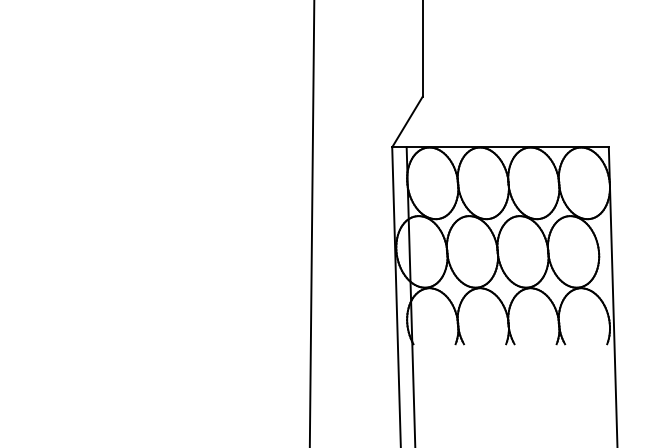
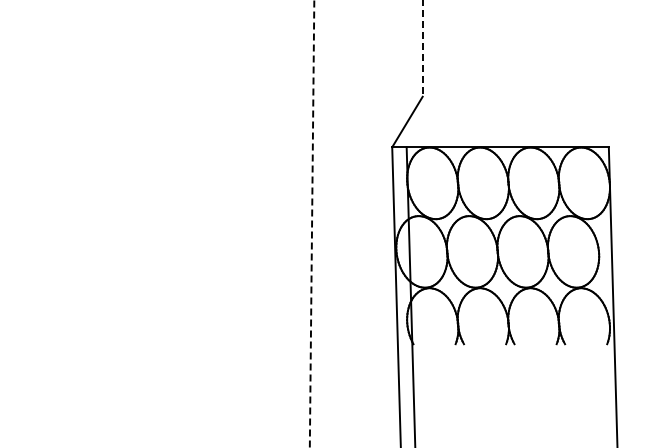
line at (422, 49): solid -> dashed
line at (312, 223): solid -> dashed
